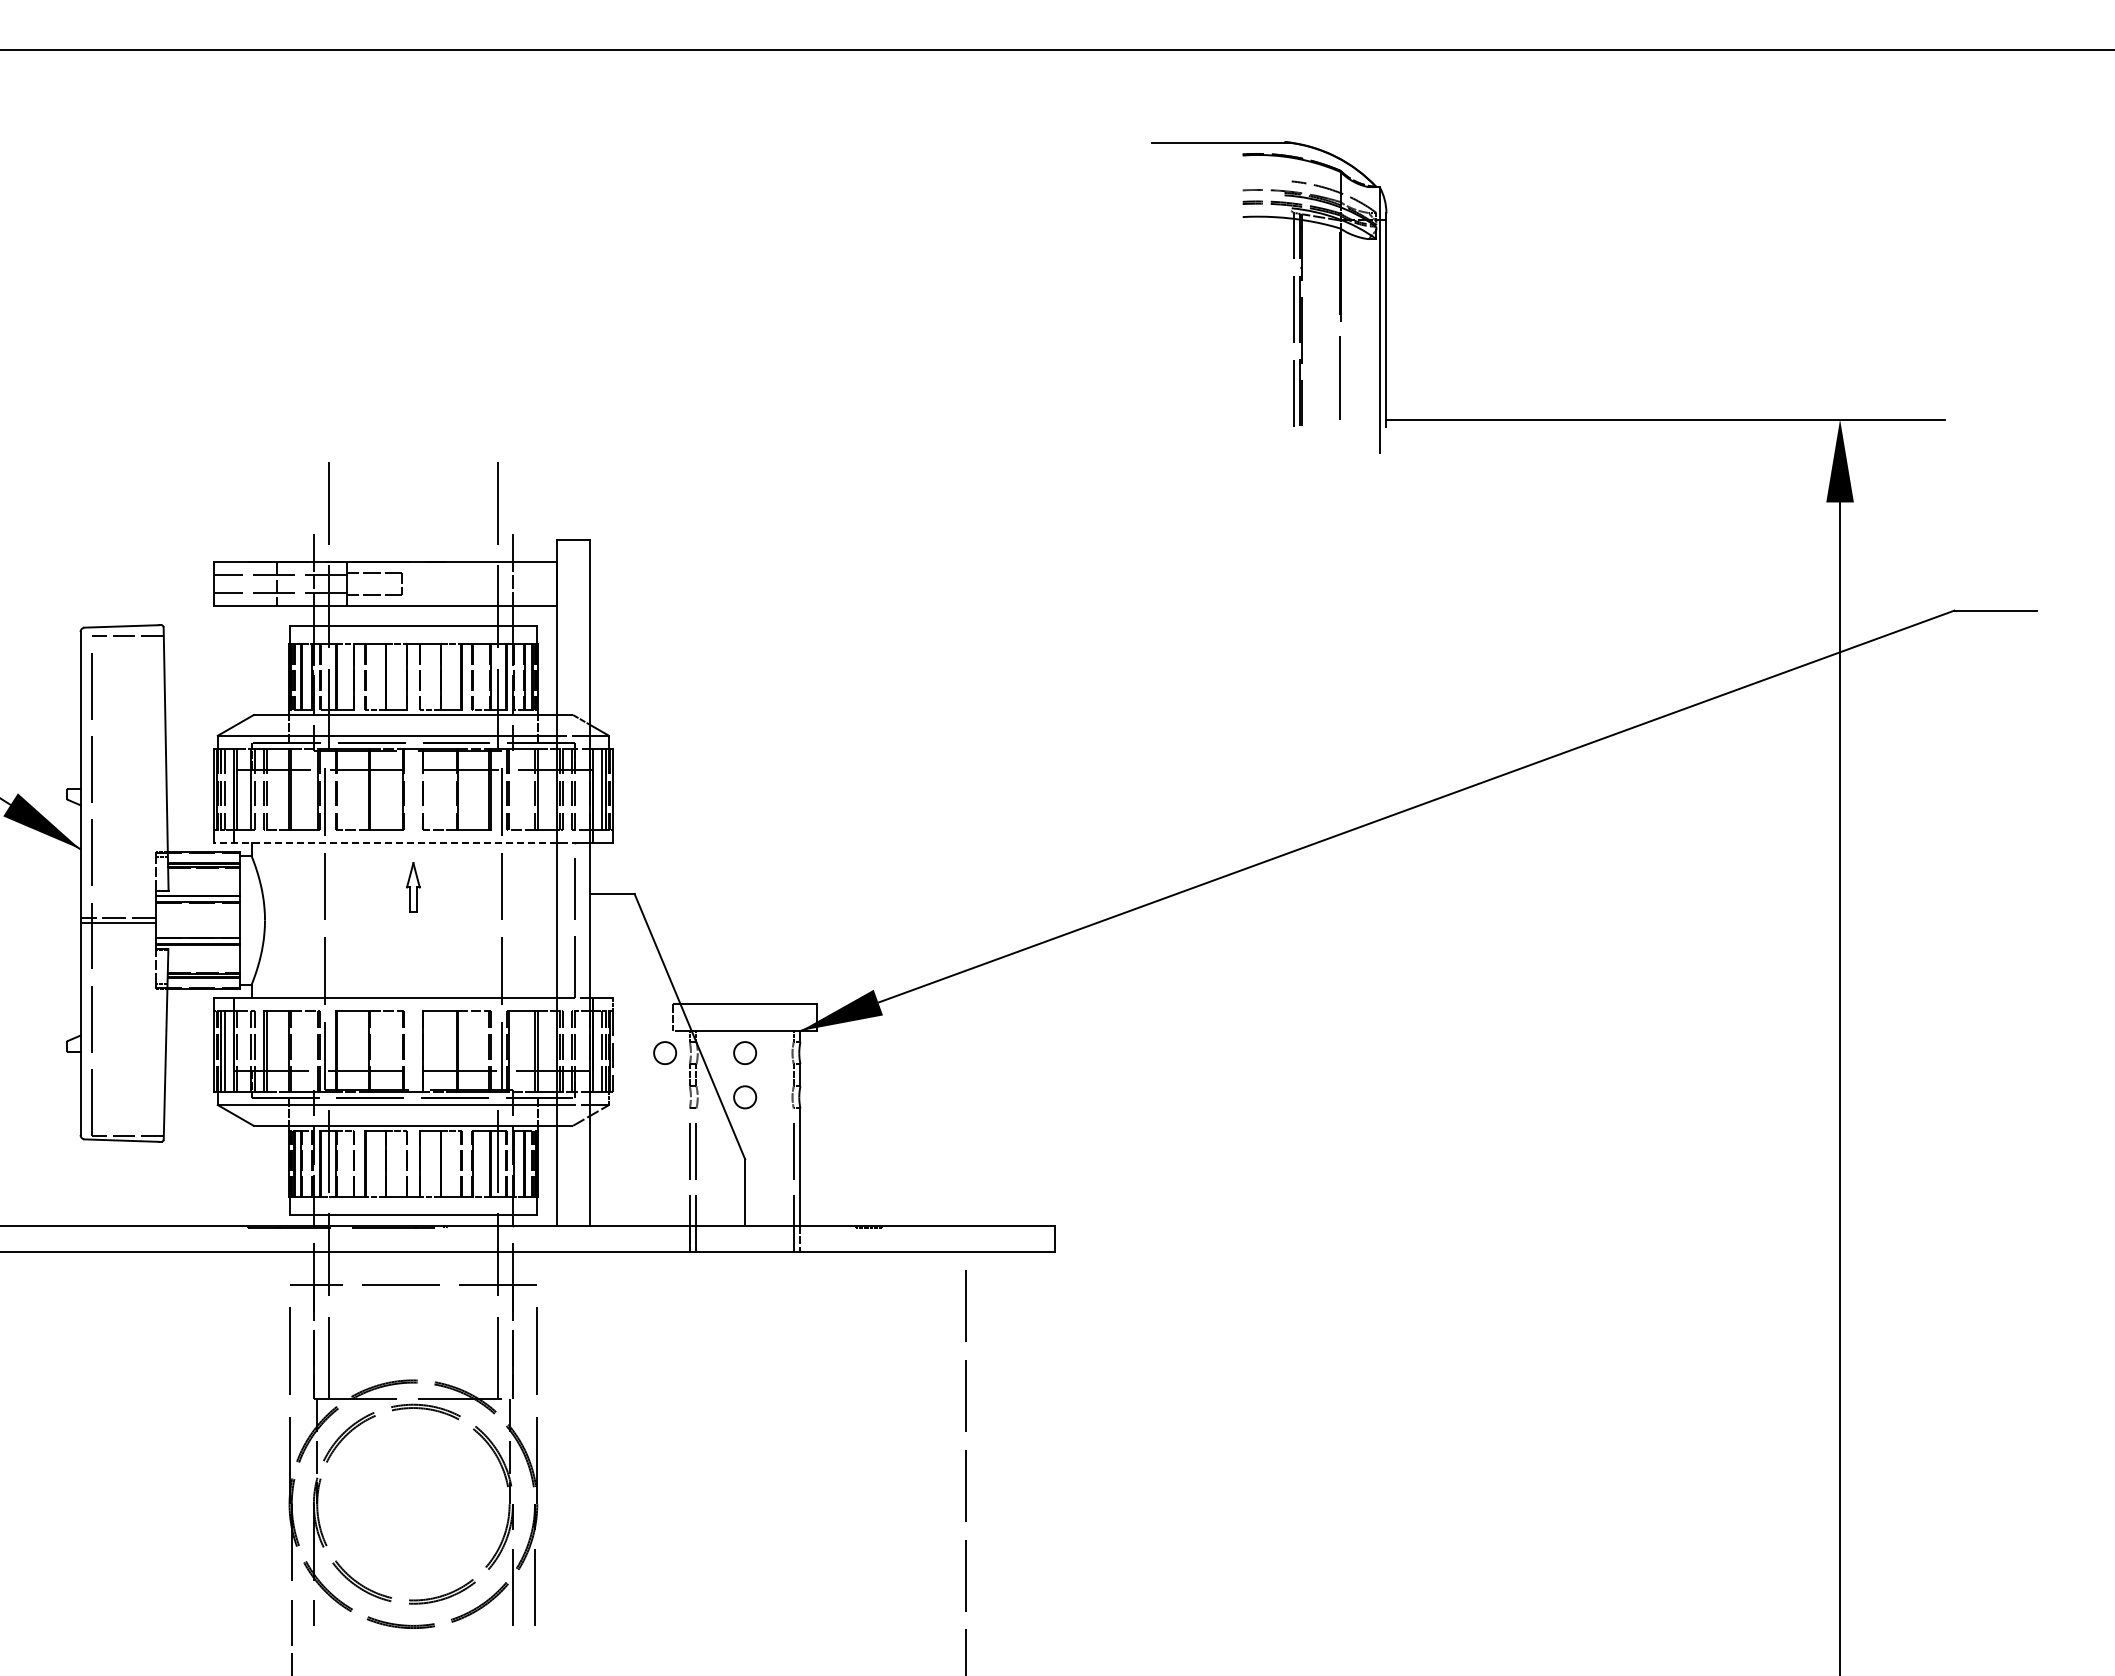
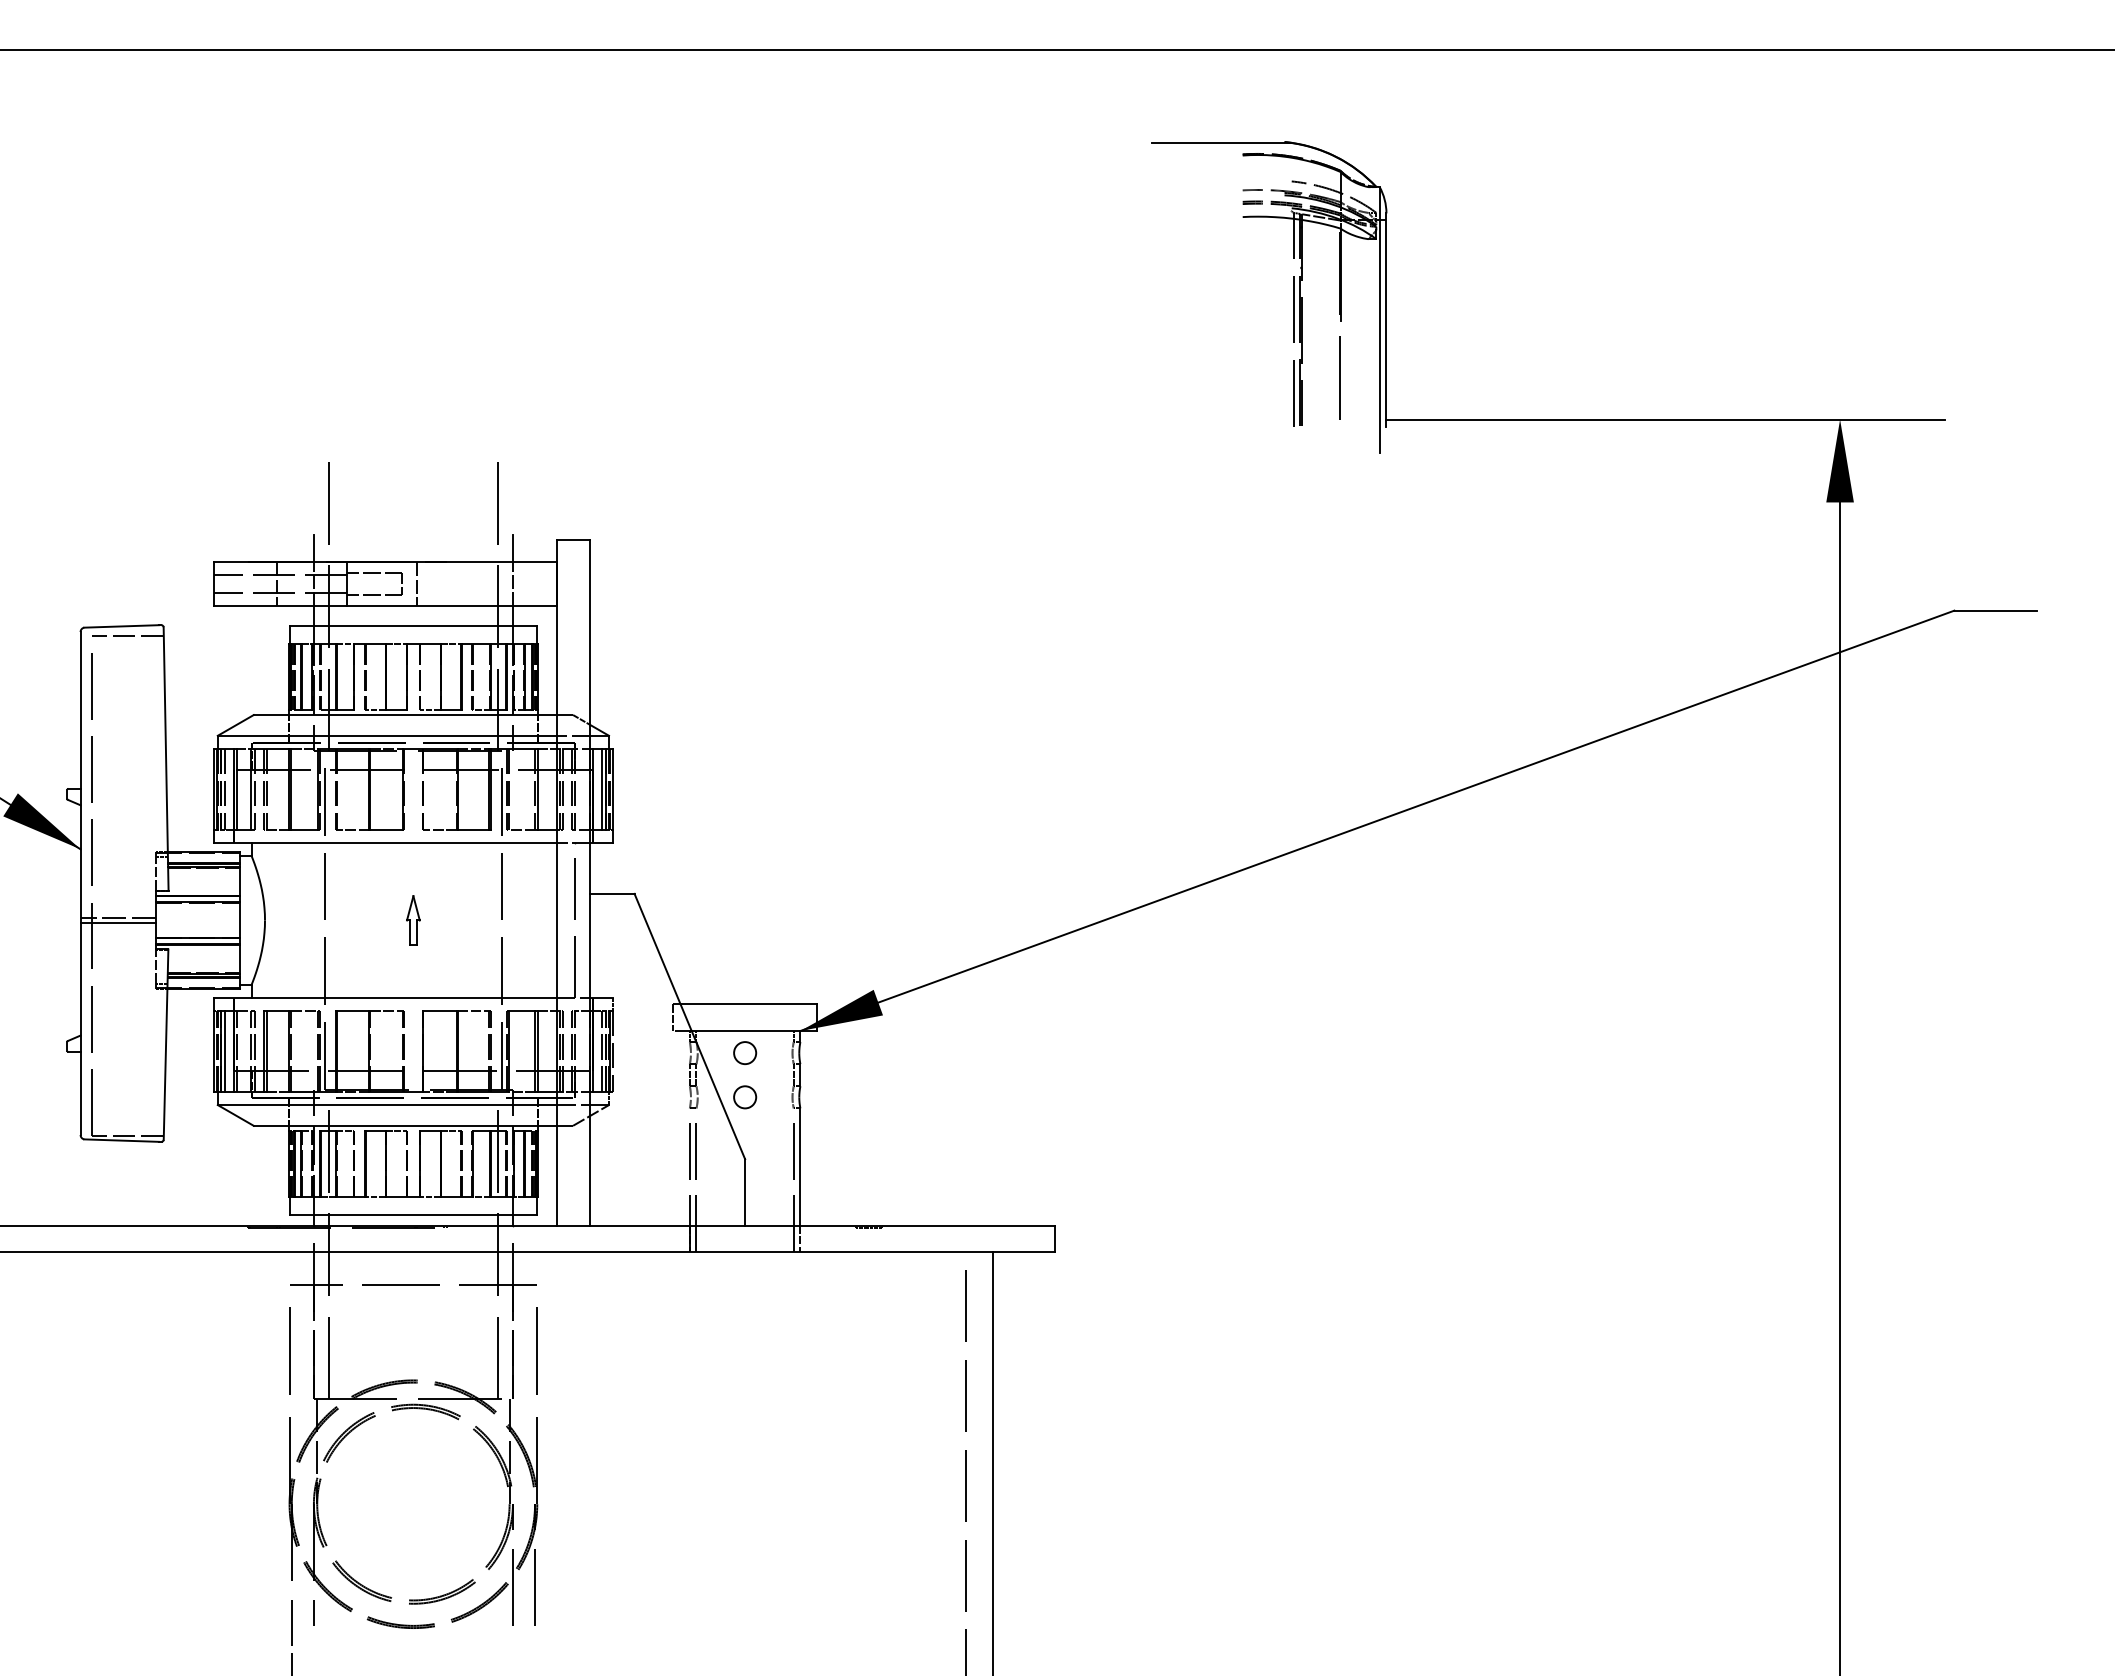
line at (416, 584): none -> present
line at (385, 843): dashed -> solid
part at (413, 887) position: (413, 887) -> (413, 920)
part at (665, 1052): present -> none
line at (992, 1462): none -> present
